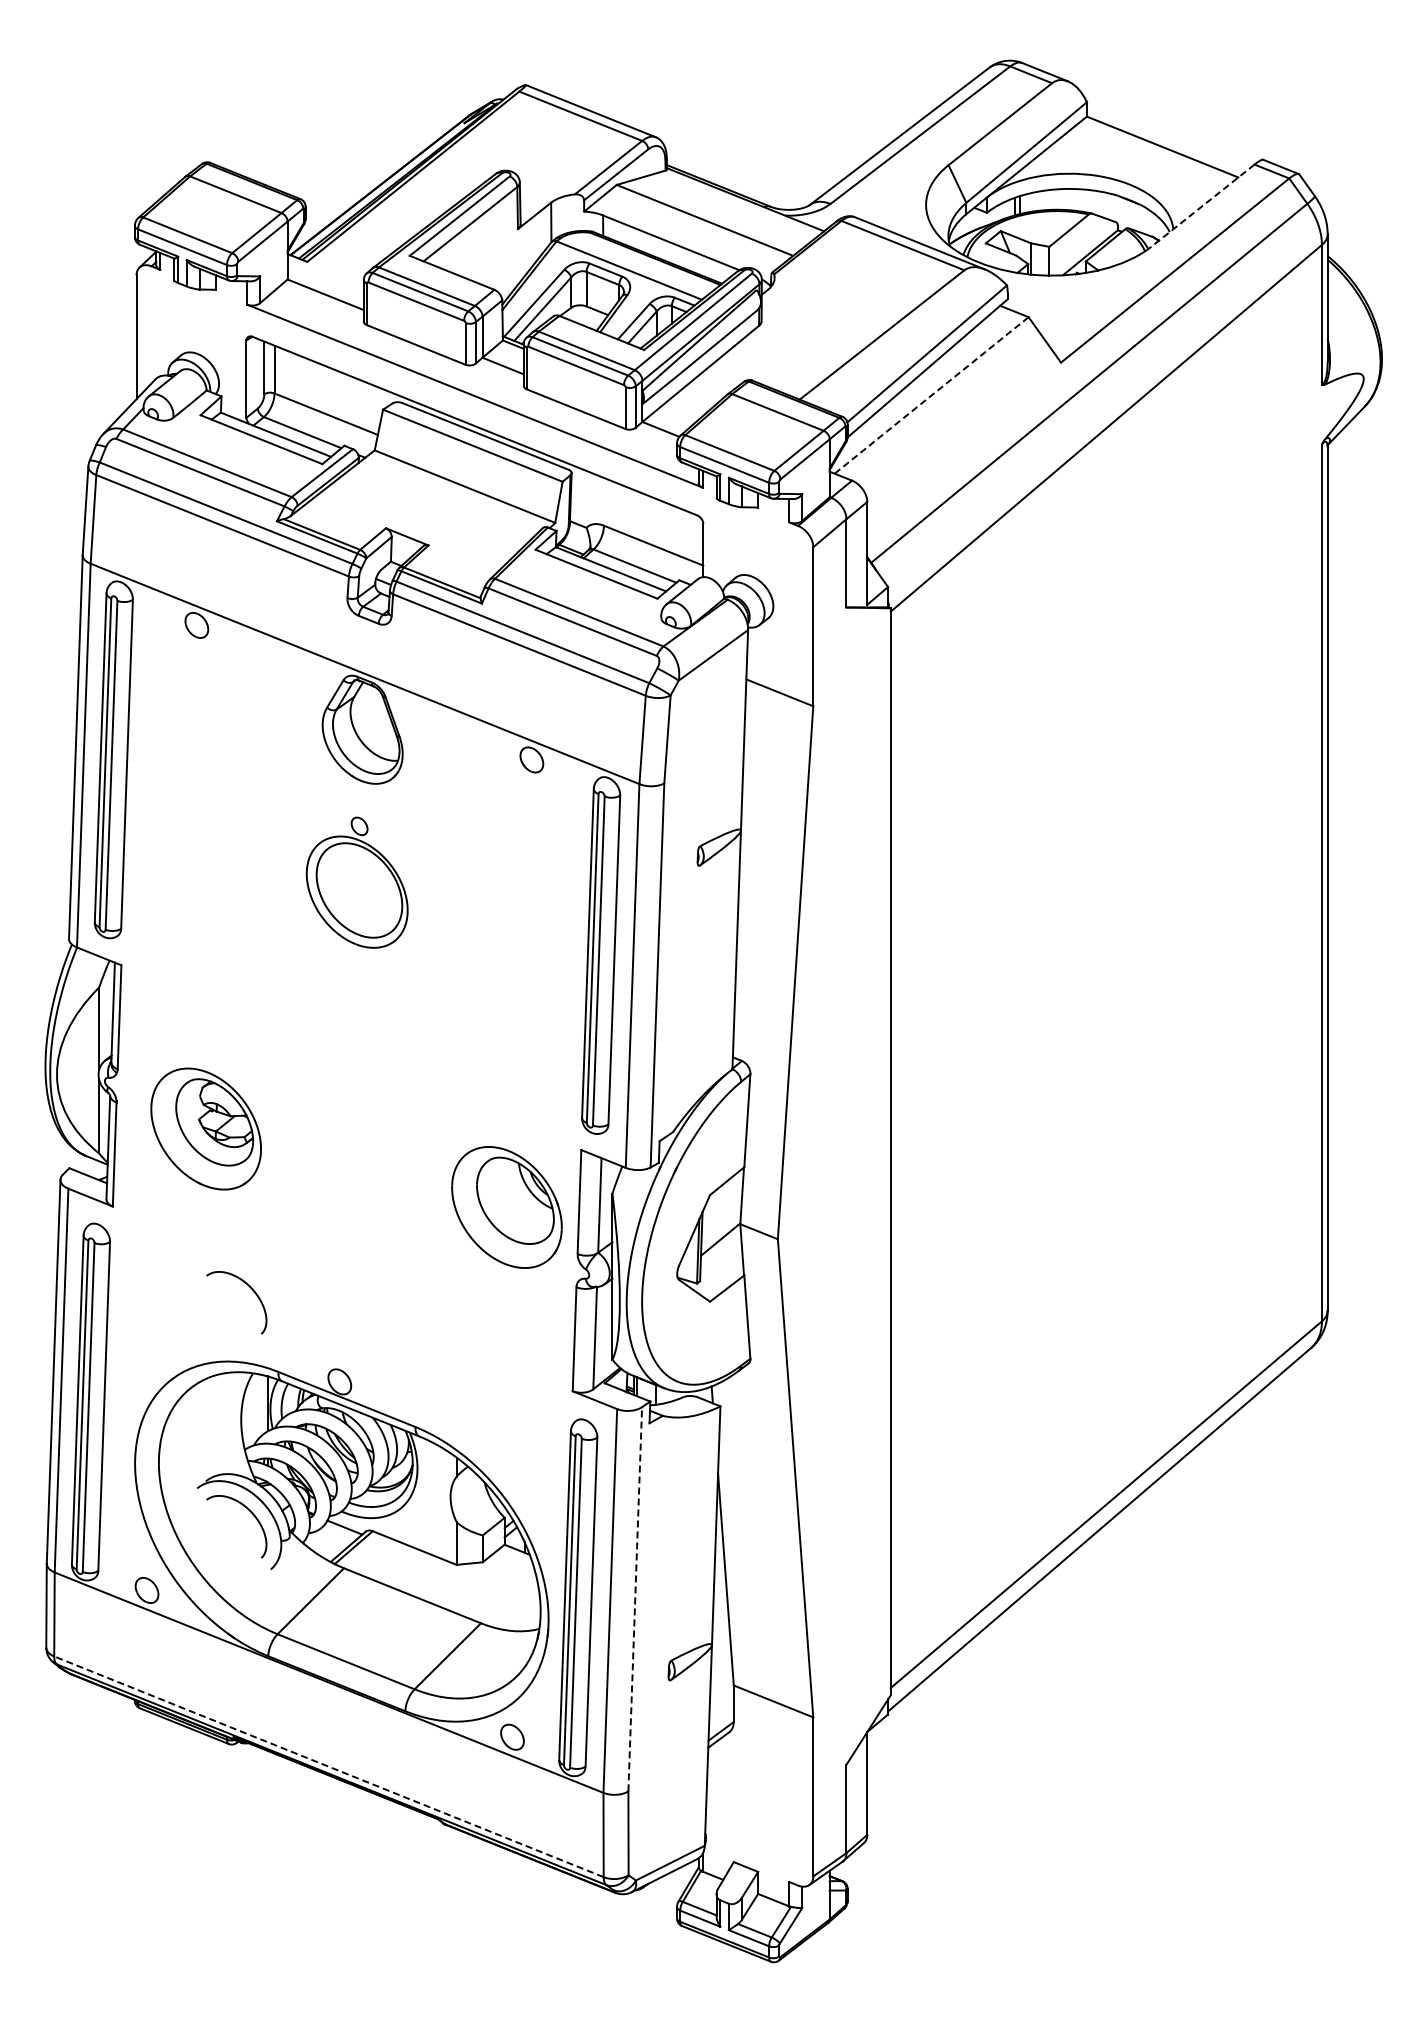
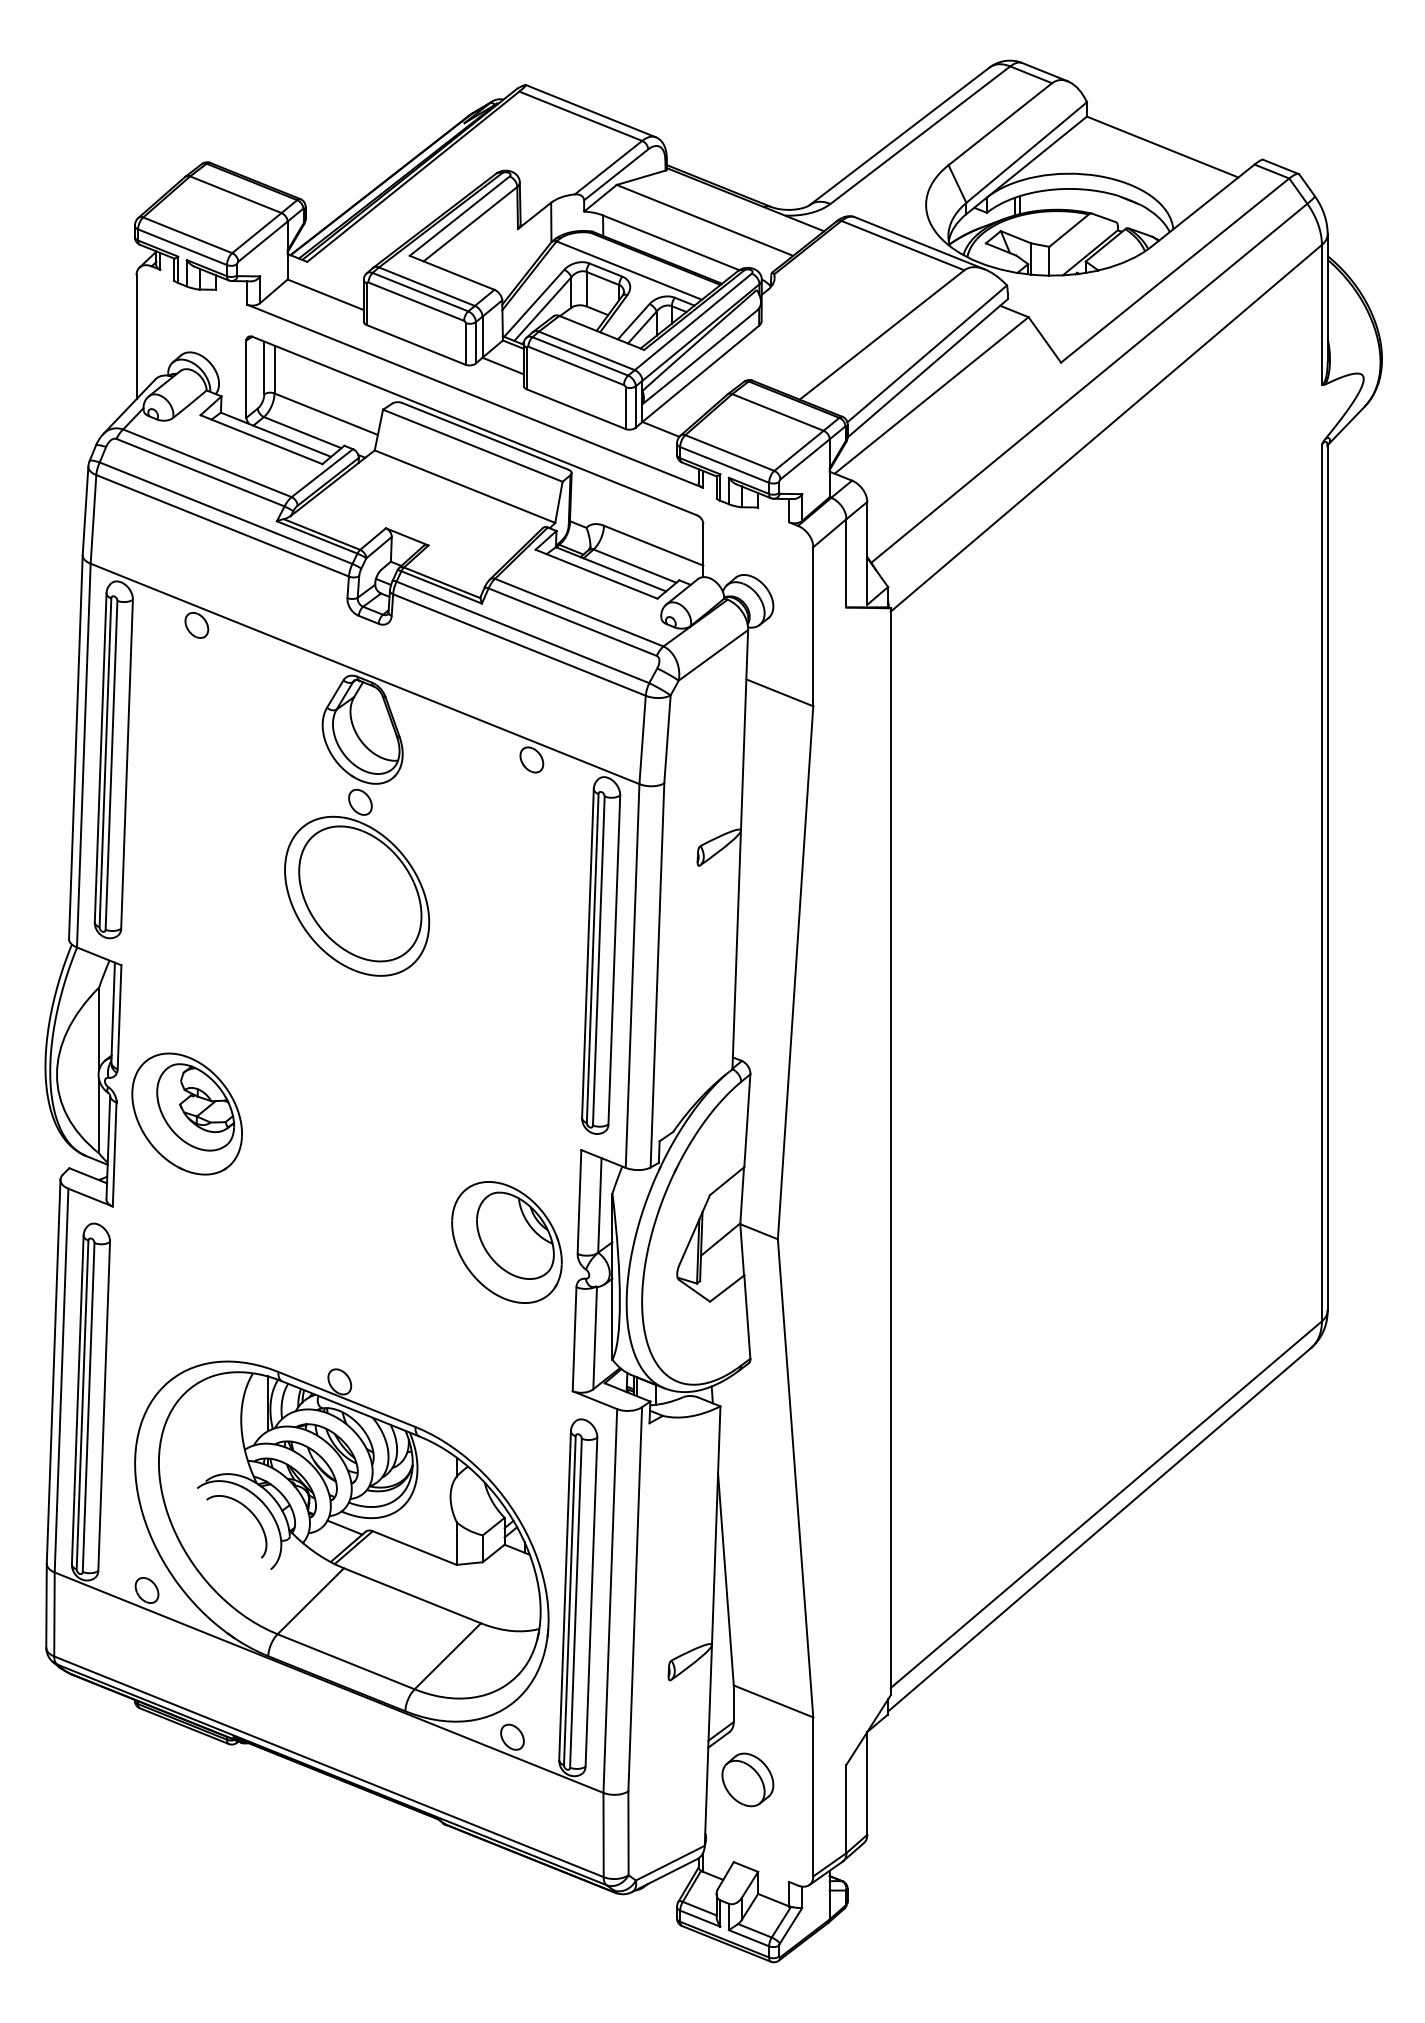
line at (1203, 205): dashed -> solid
line at (931, 395): dashed -> solid
part at (356, 882) size: 104x133 px -> 147x189 px
part at (205, 1128) position: (205, 1128) -> (186, 1113)
part at (506, 1207) position: (506, 1207) -> (506, 1242)
curve at (253, 1292): present -> none
line at (635, 1598): dashed -> solid
line at (328, 1766): dashed -> solid
part at (747, 1779): none -> present
